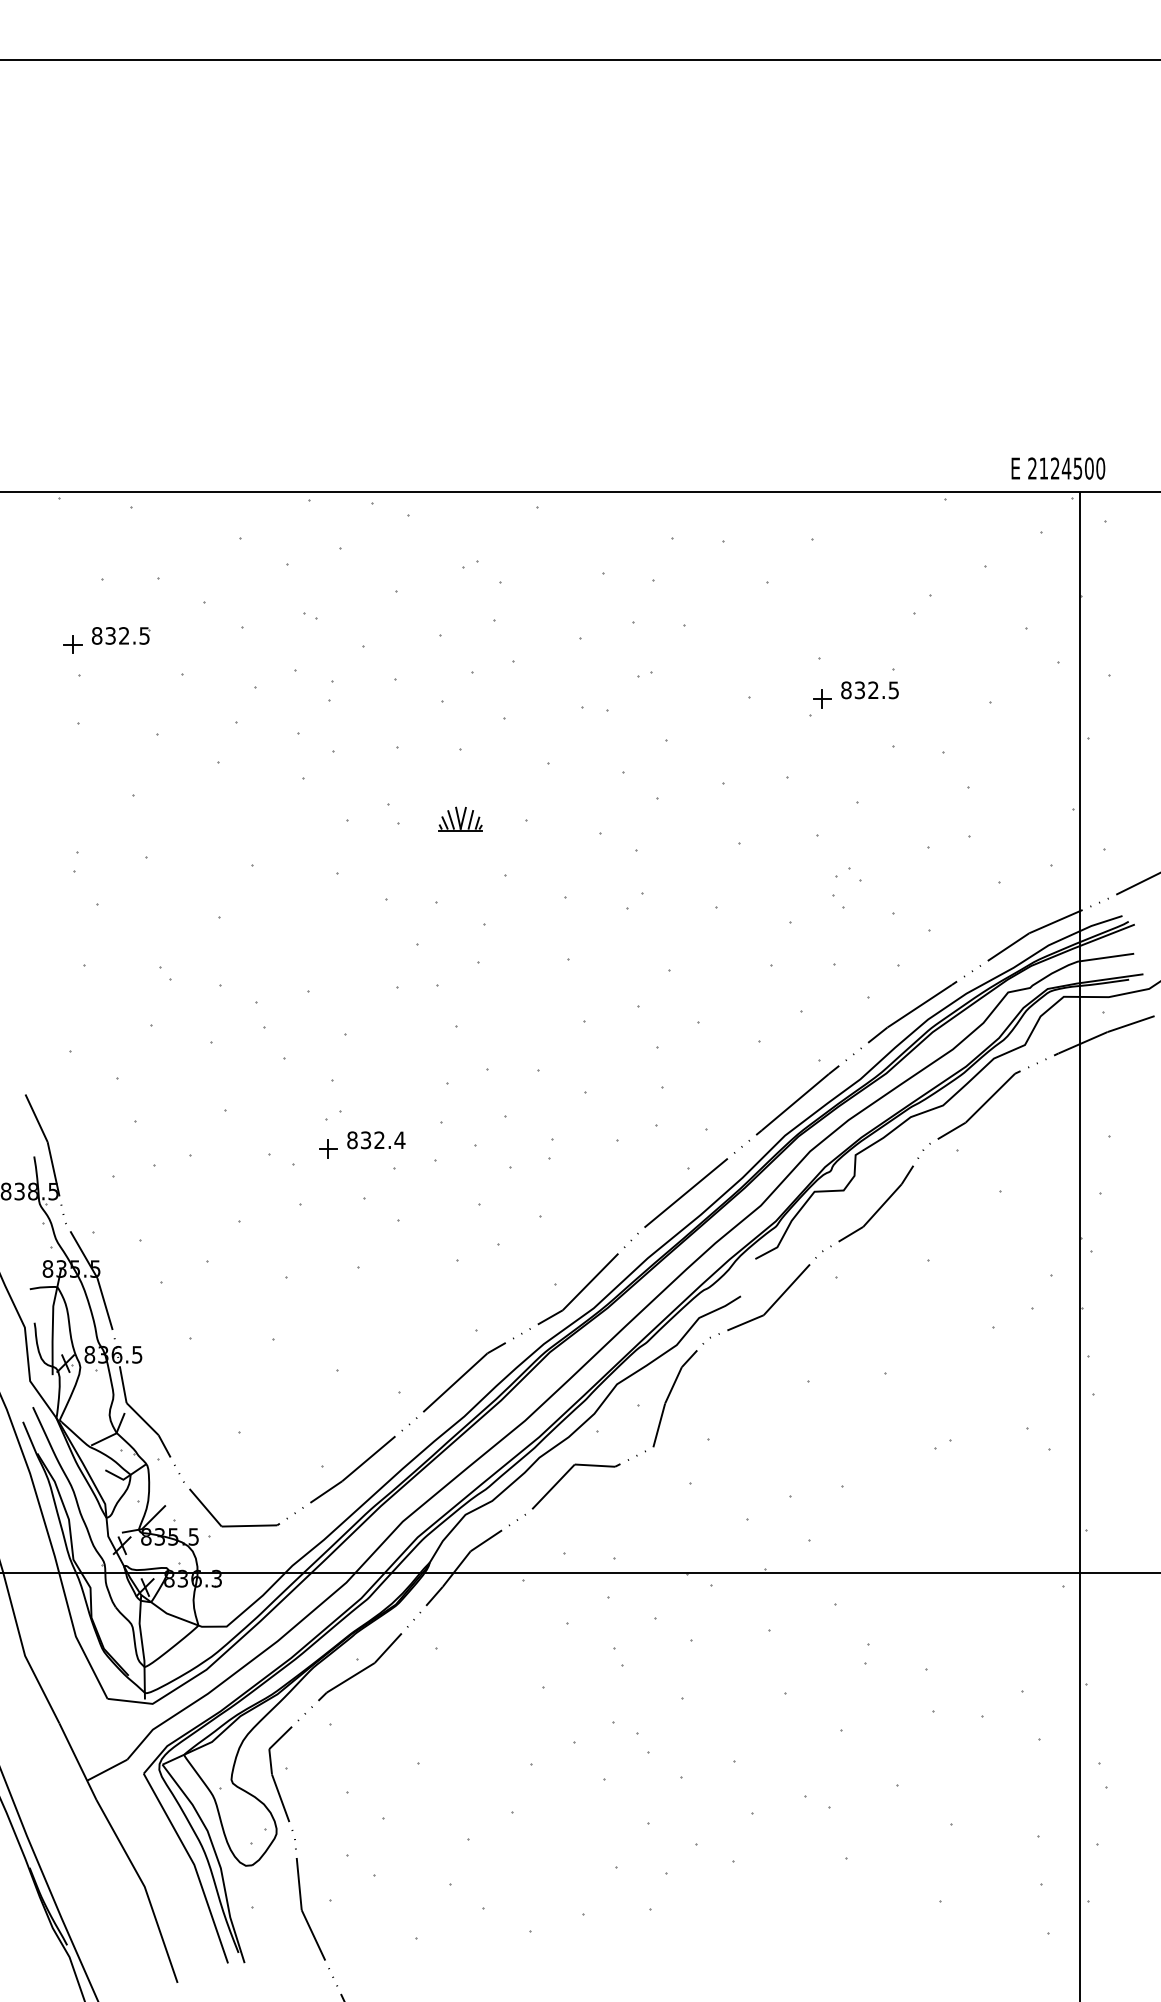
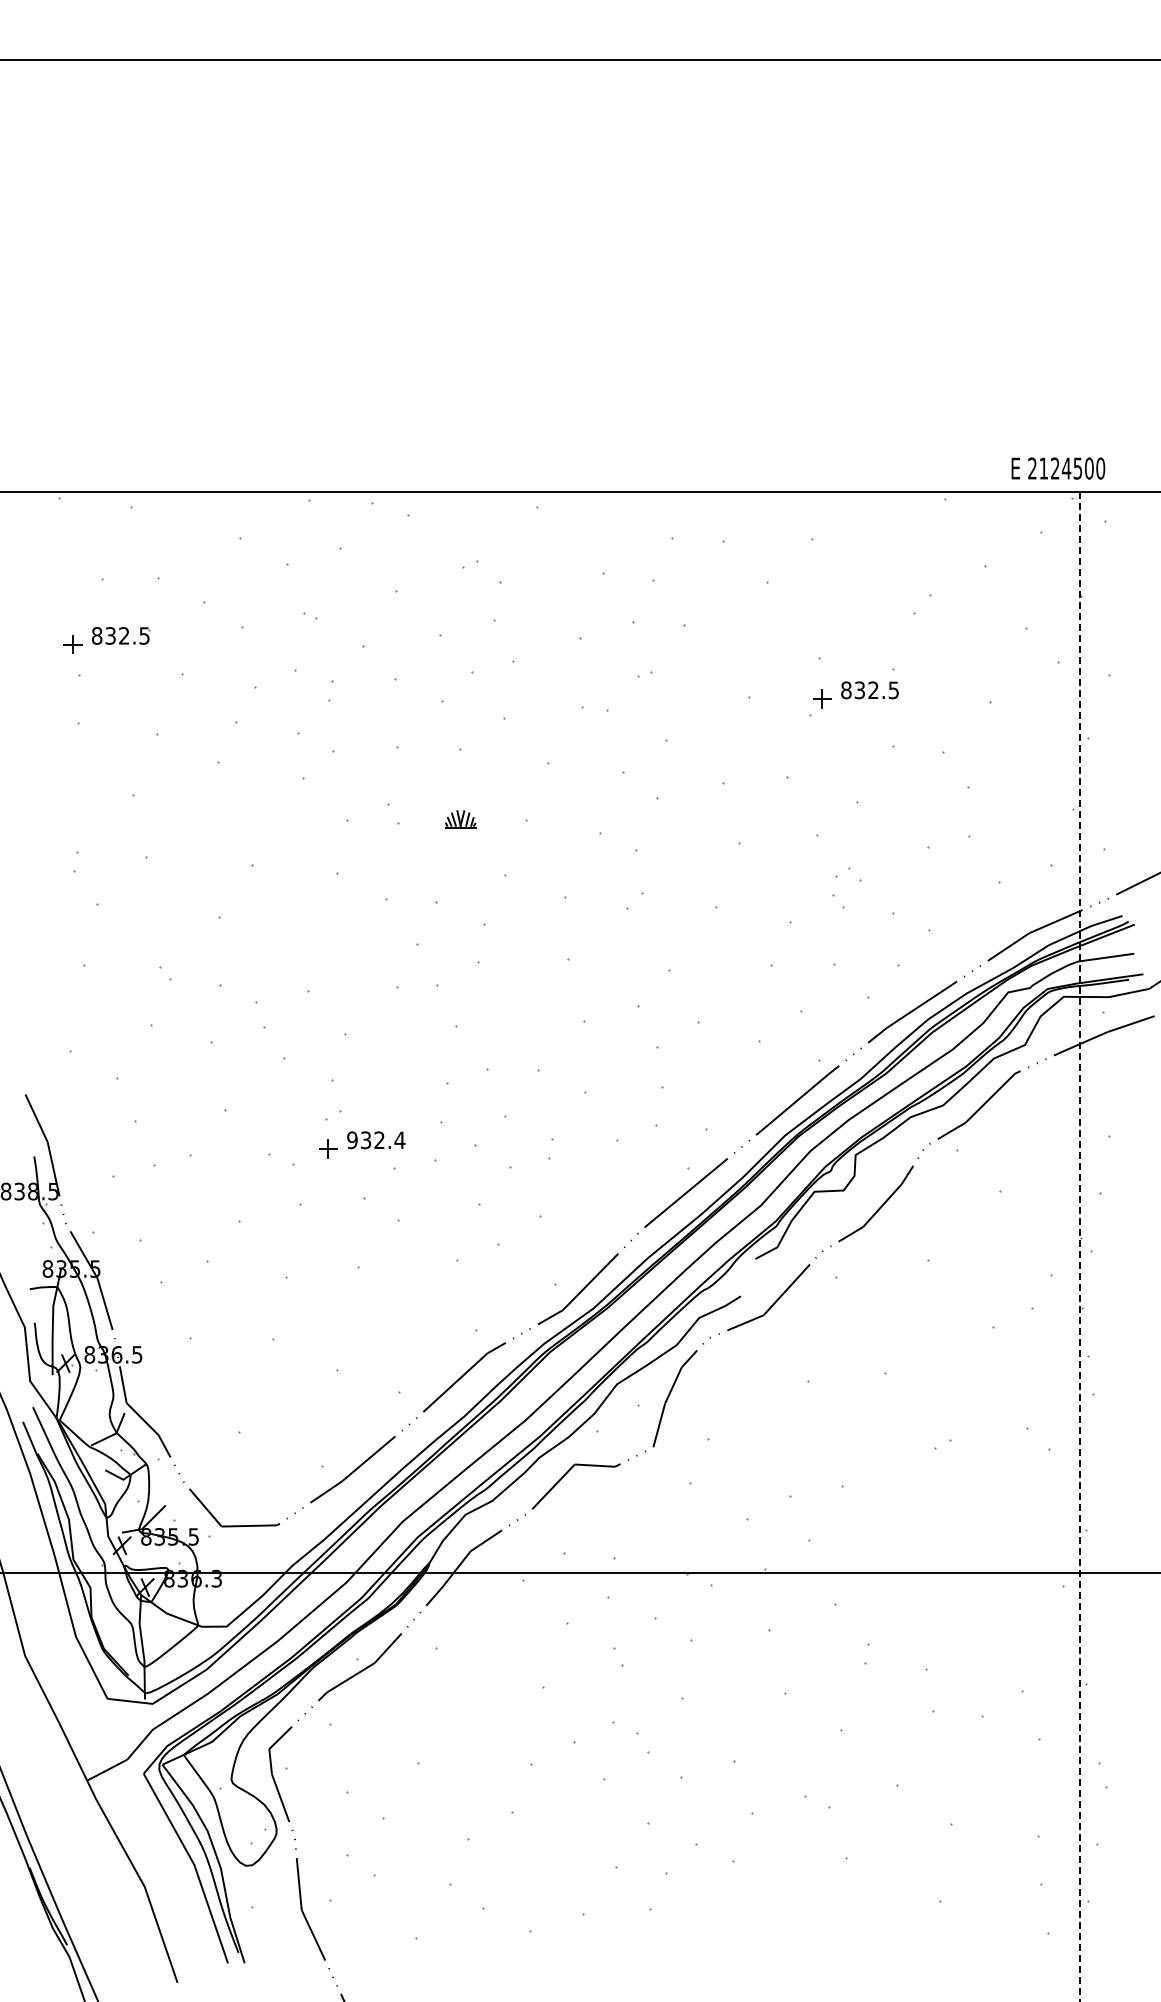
part at (460, 818) size: 45x26 px -> 32x19 px
text at (352, 1140): 832.4 -> 932.4
line at (1079, 1247): solid -> dashed
